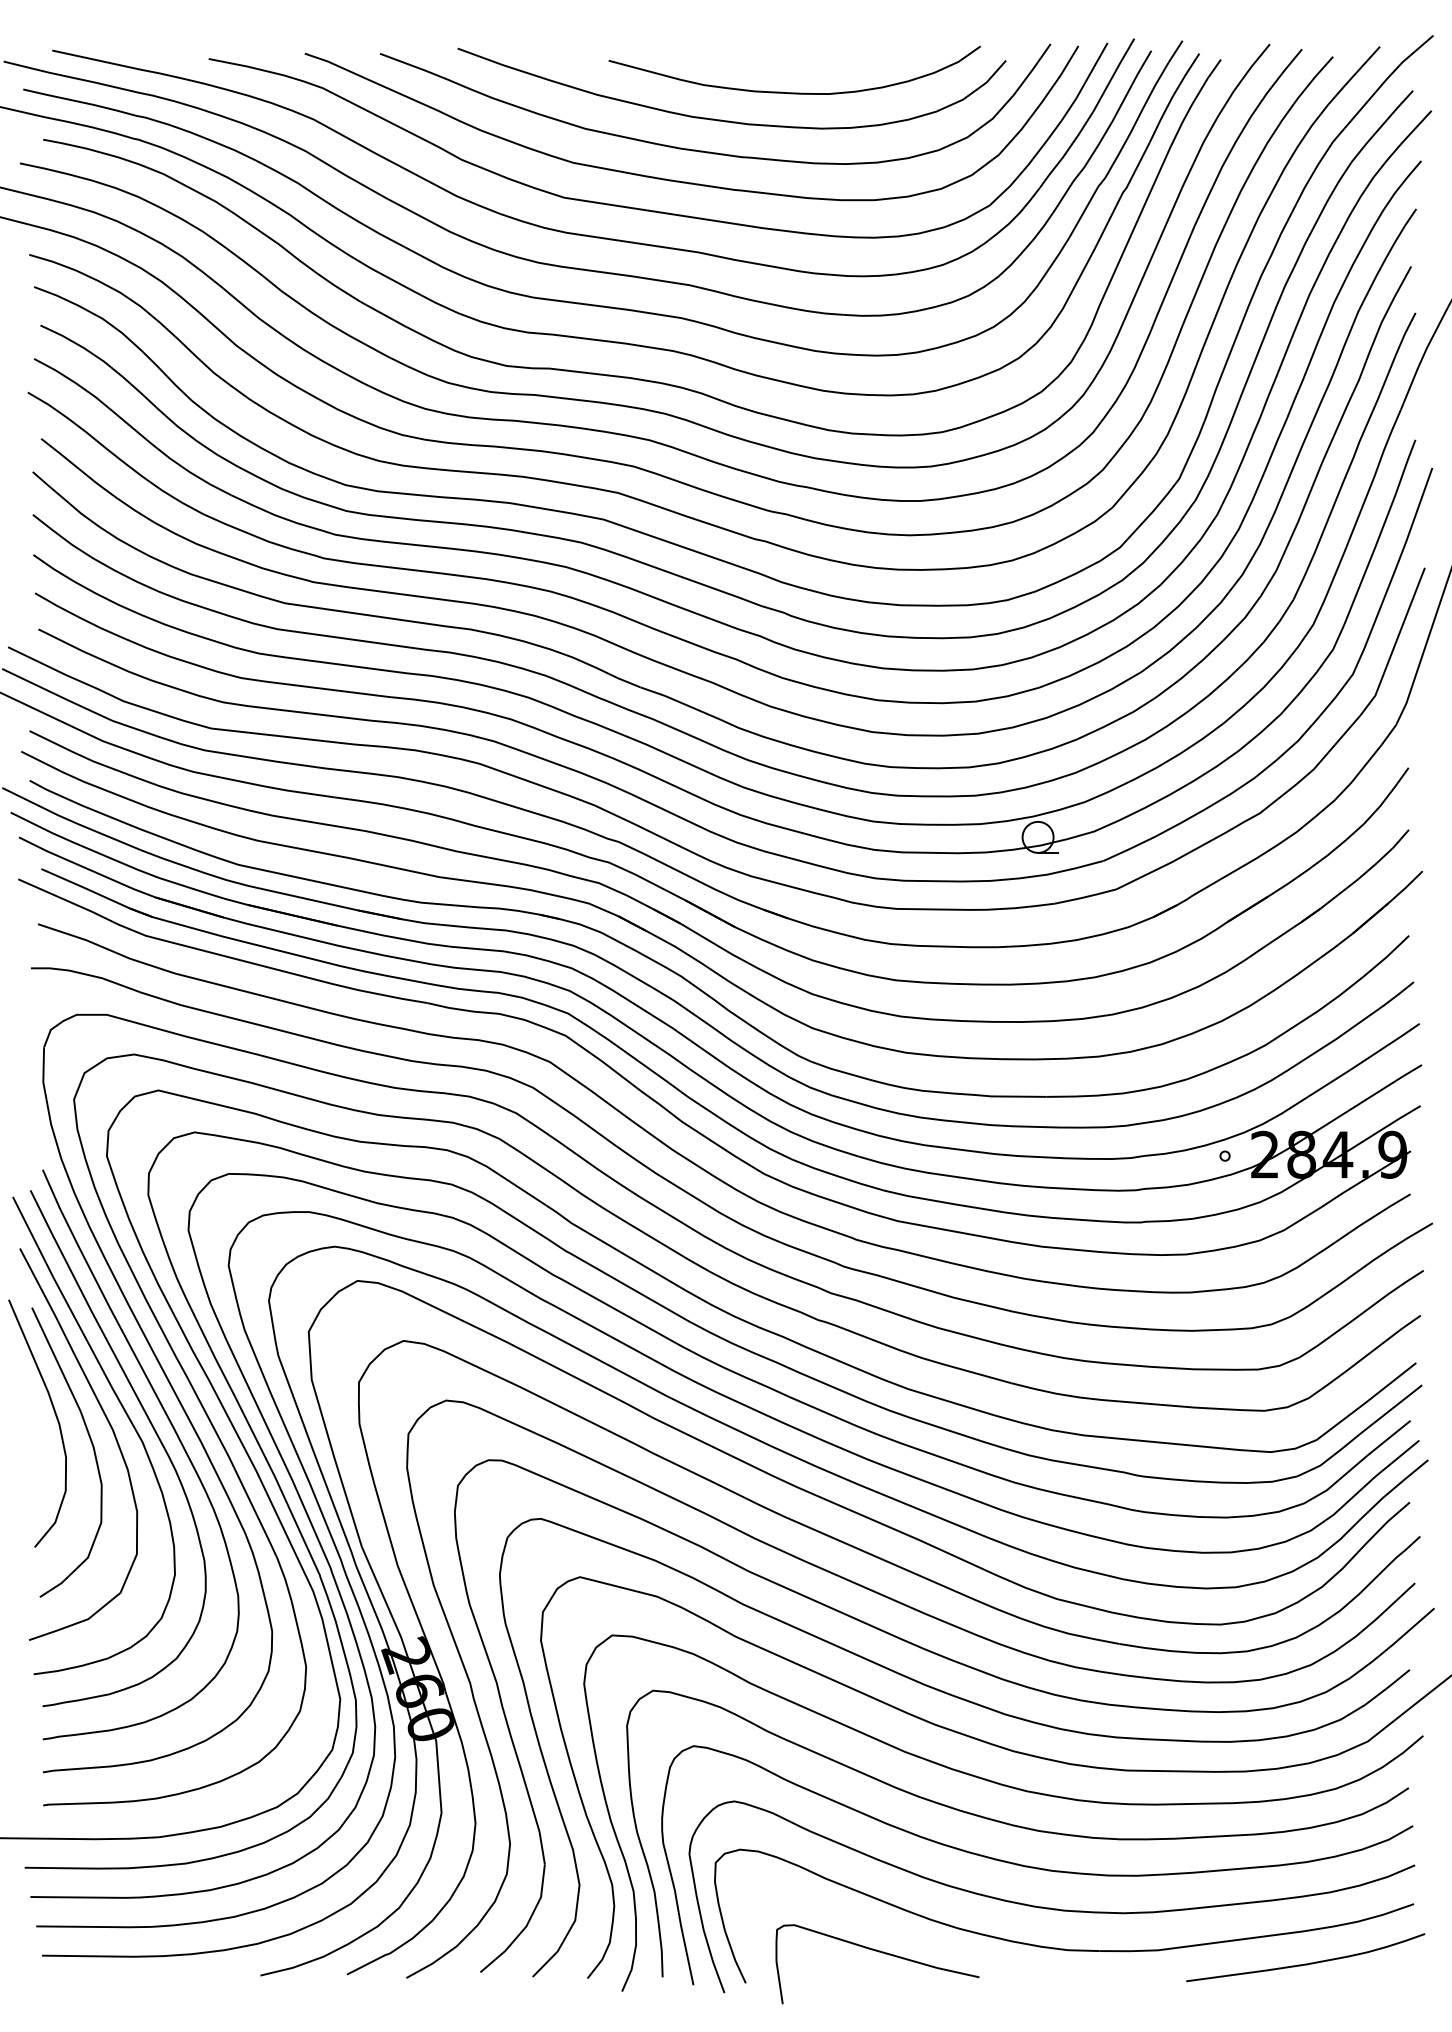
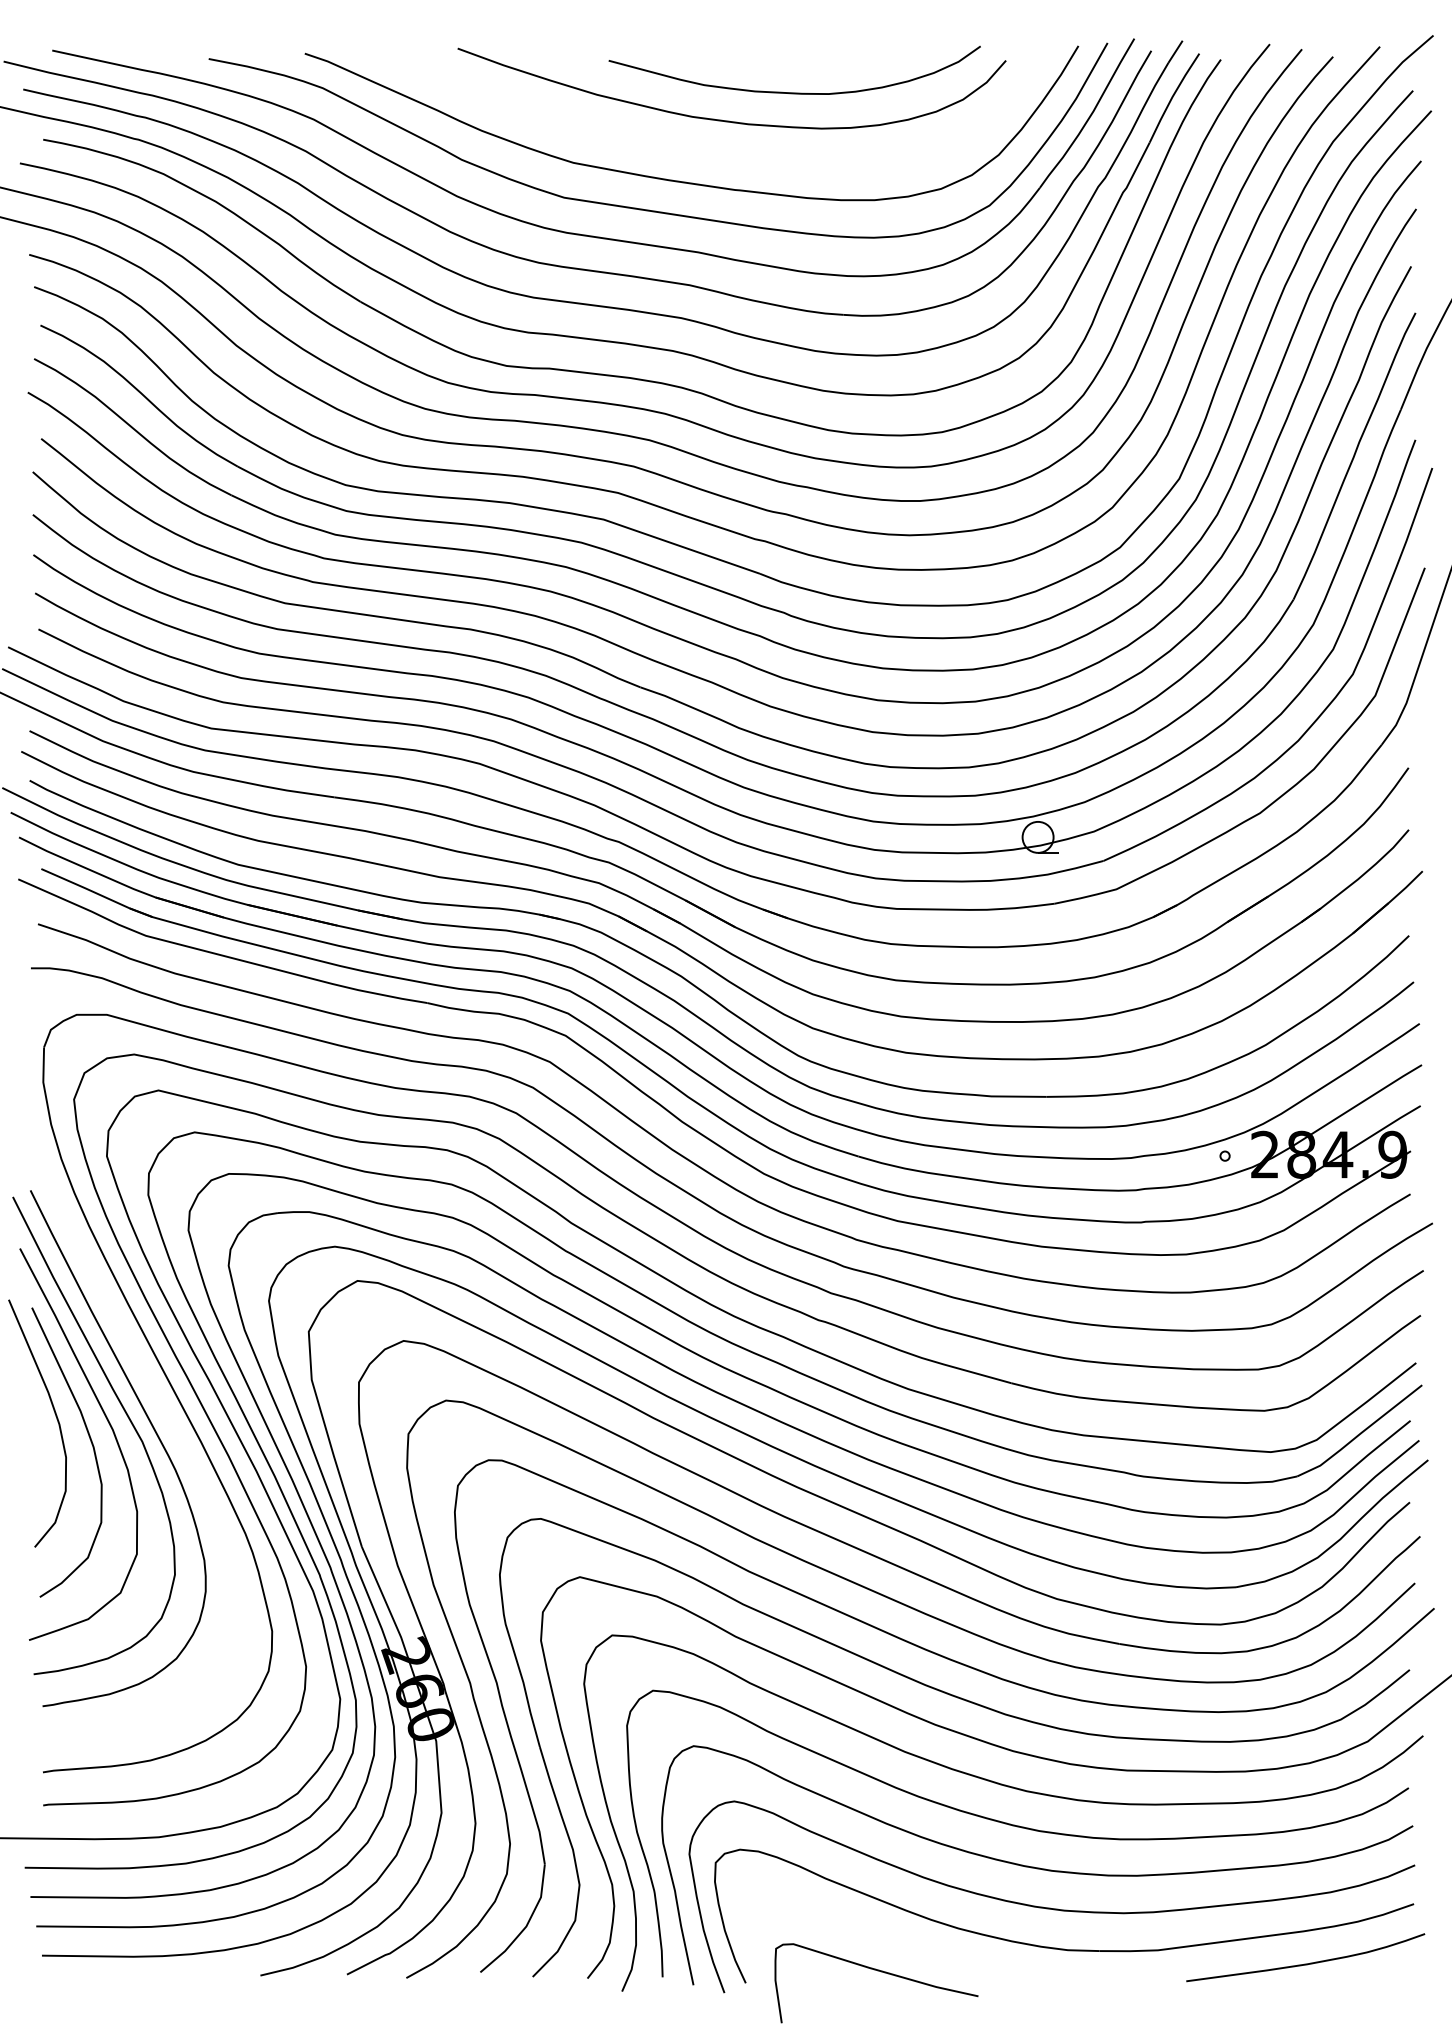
curve at (710, 151): present -> none
curve at (176, 1435): present -> none
curve at (878, 1952) position: (878, 1952) -> (877, 1971)
